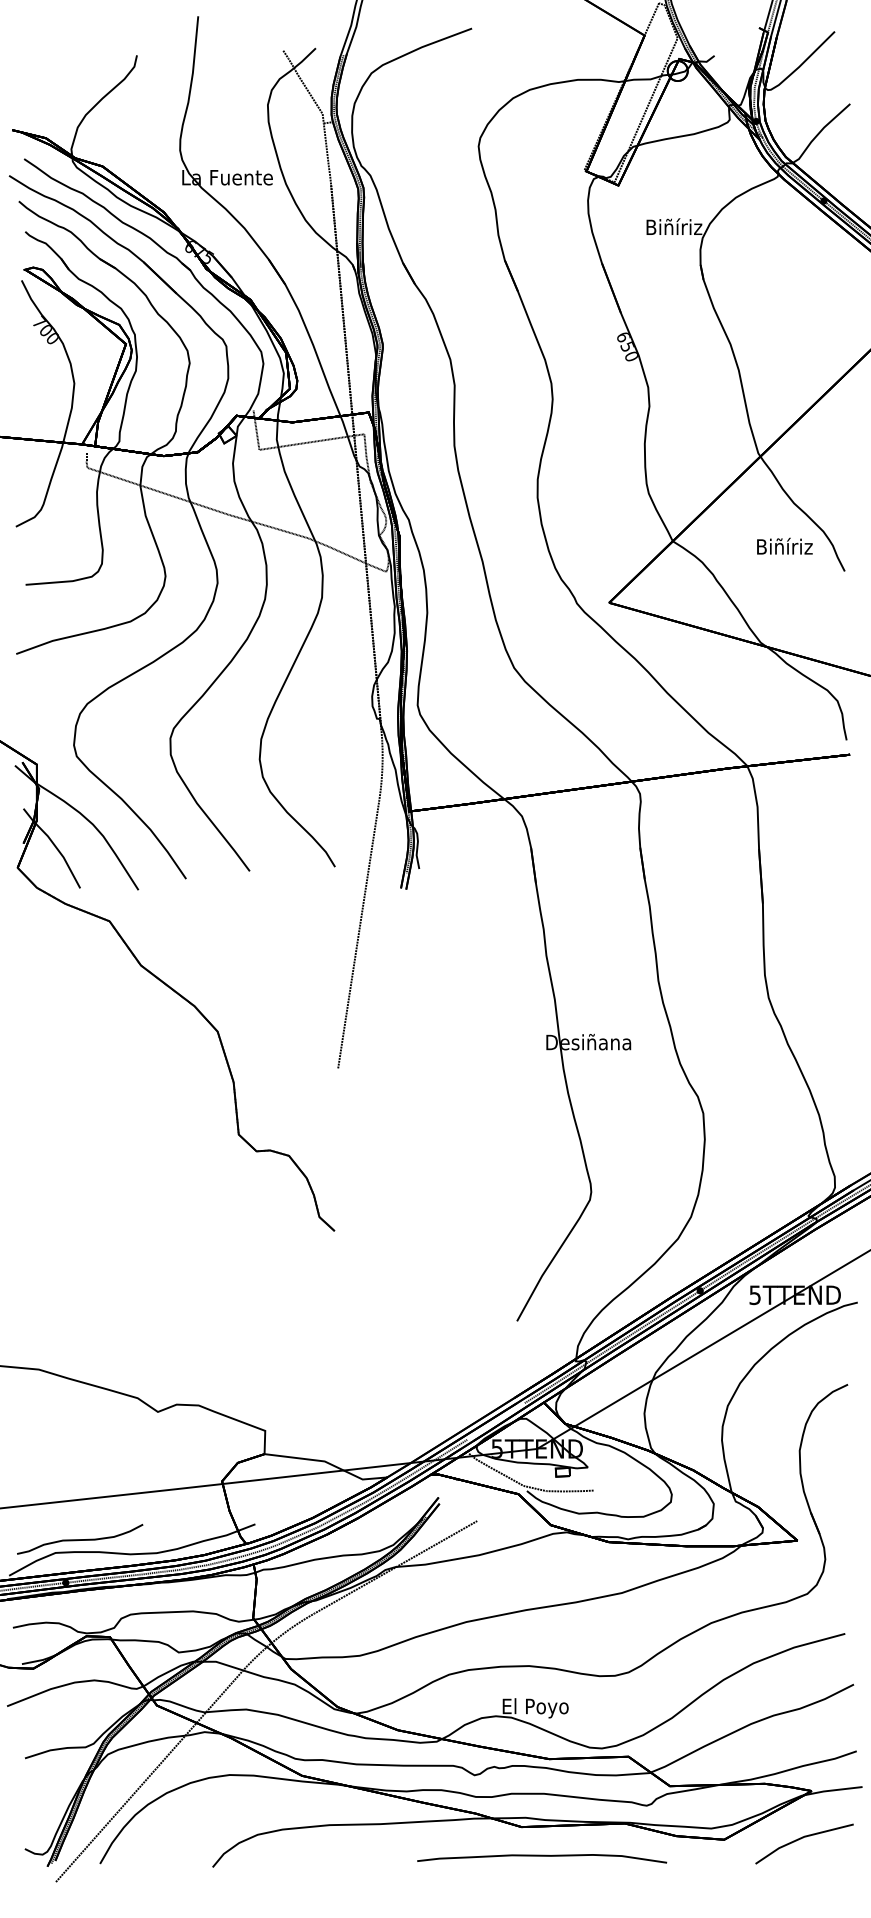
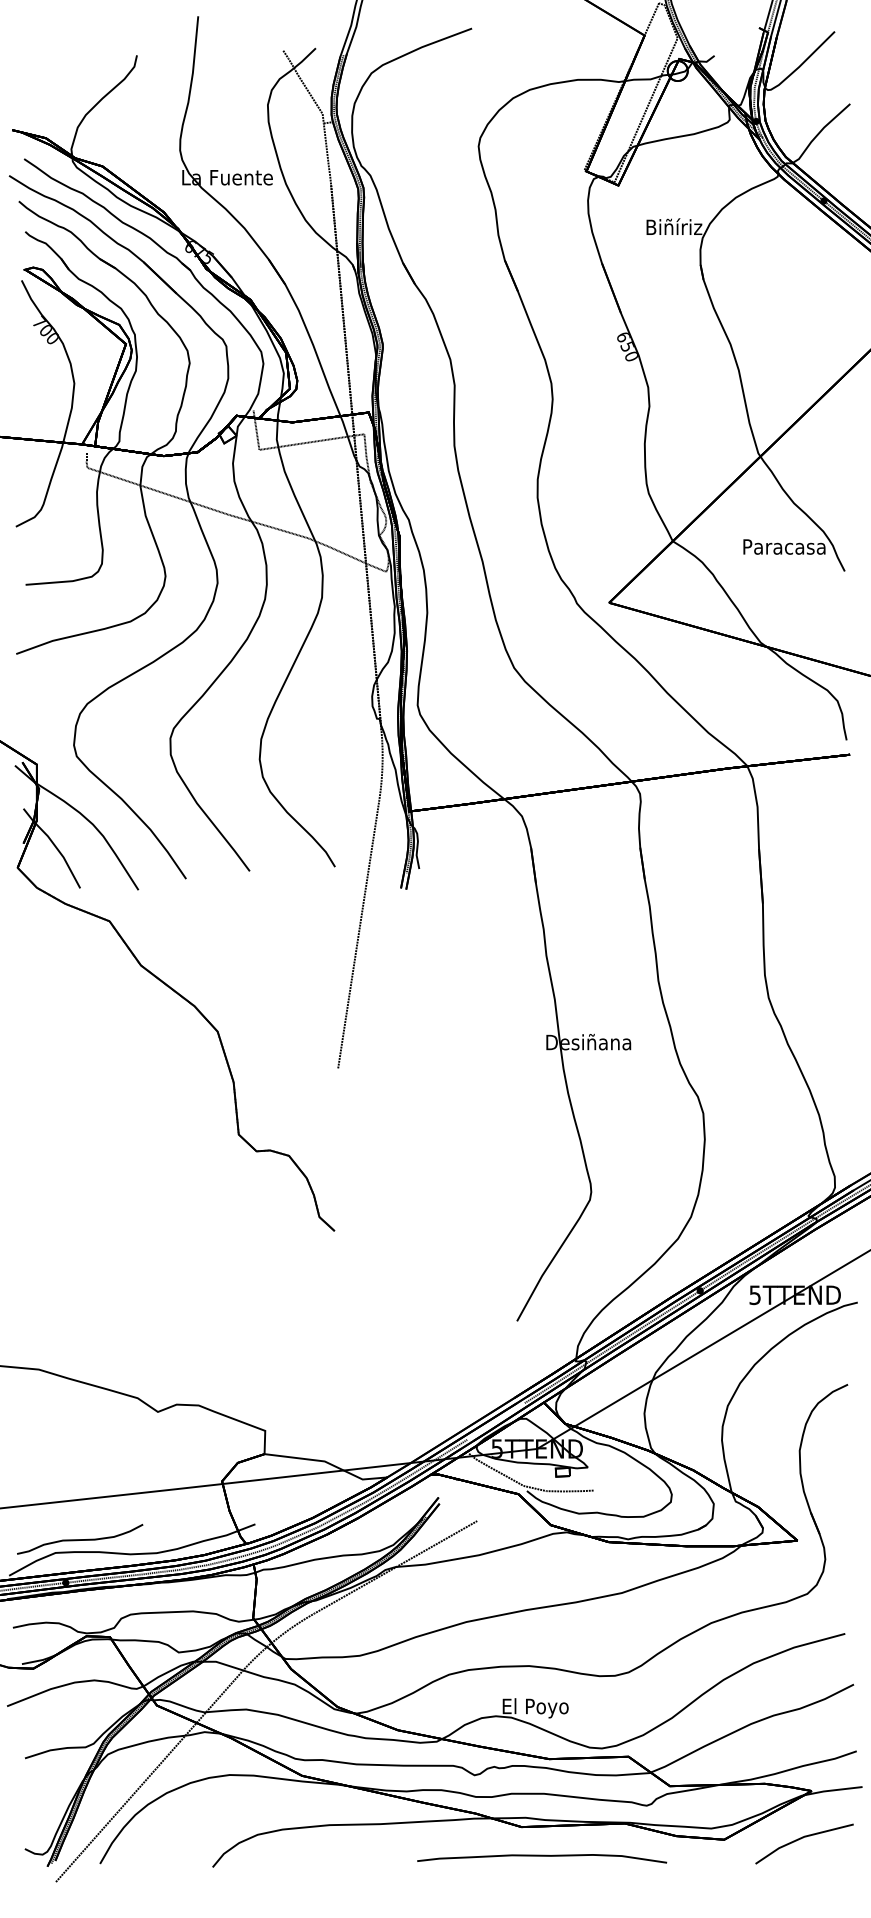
text at (784, 545): Biñíriz -> Paracasa
